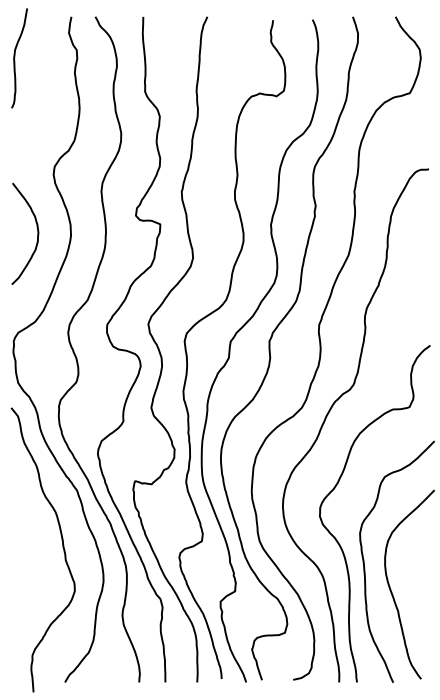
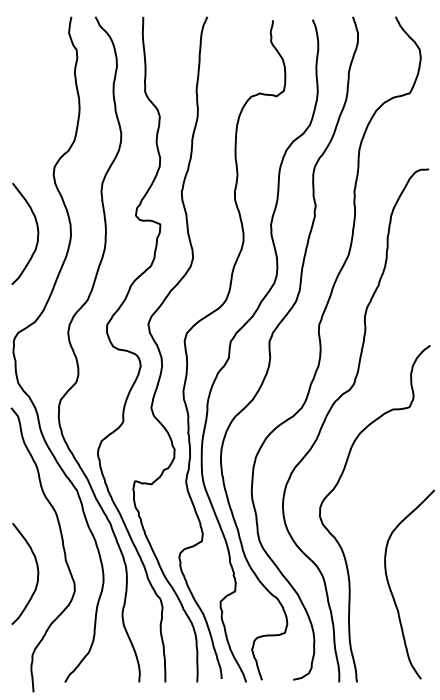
curve at (15, 57): present -> none
curve at (365, 568): present -> none
curve at (37, 573): none -> present
